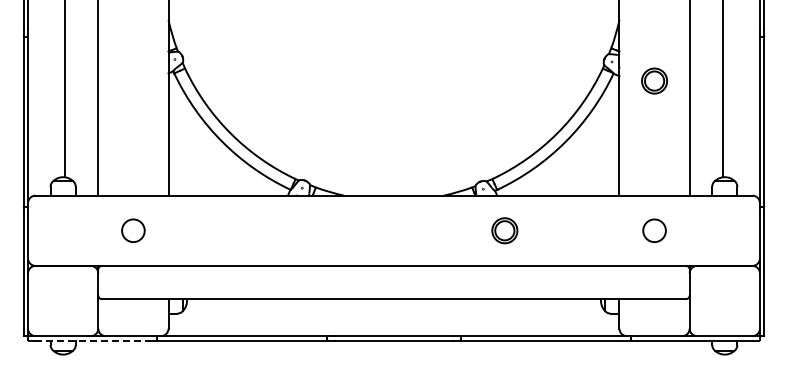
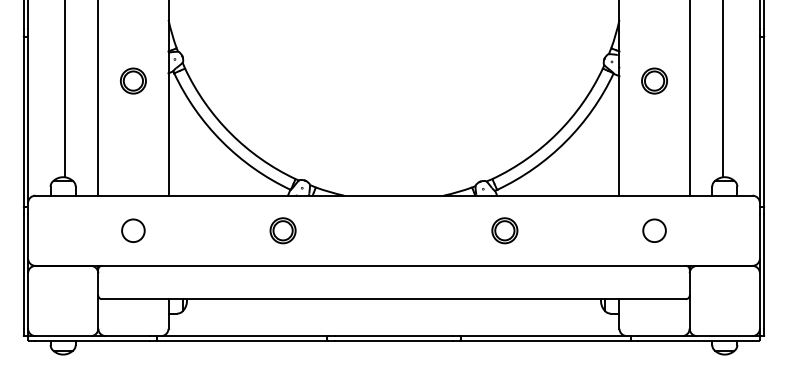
part at (133, 80): none -> present
part at (282, 230): none -> present
line at (93, 340): dashed -> solid
